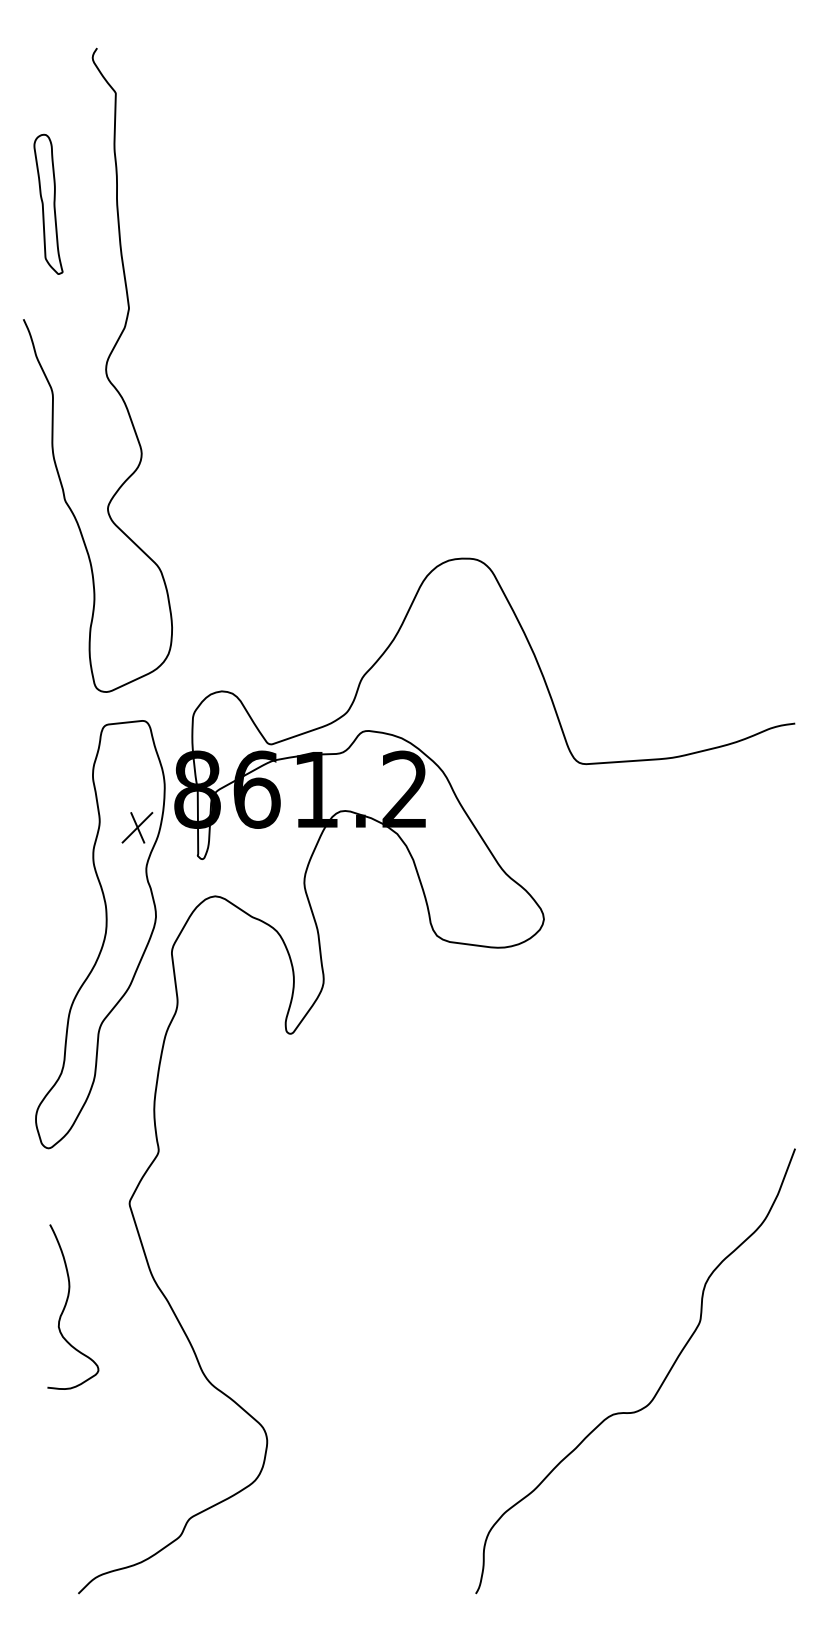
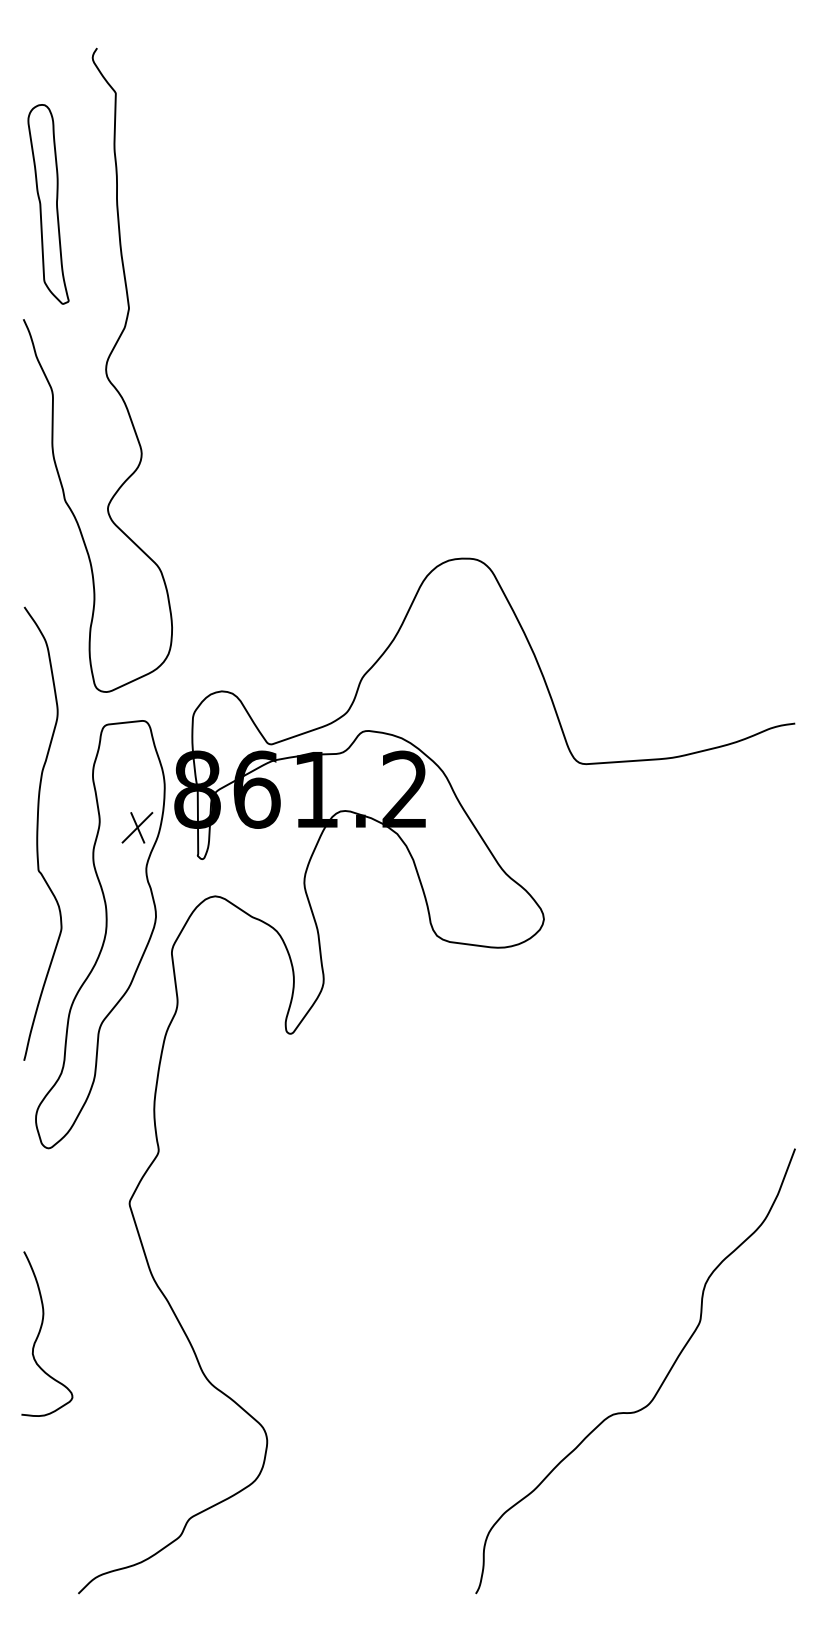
part at (48, 203) size: 31x142 px -> 43x201 px
curve at (38, 833): none -> present
curve at (66, 1305) position: (66, 1305) -> (40, 1332)
